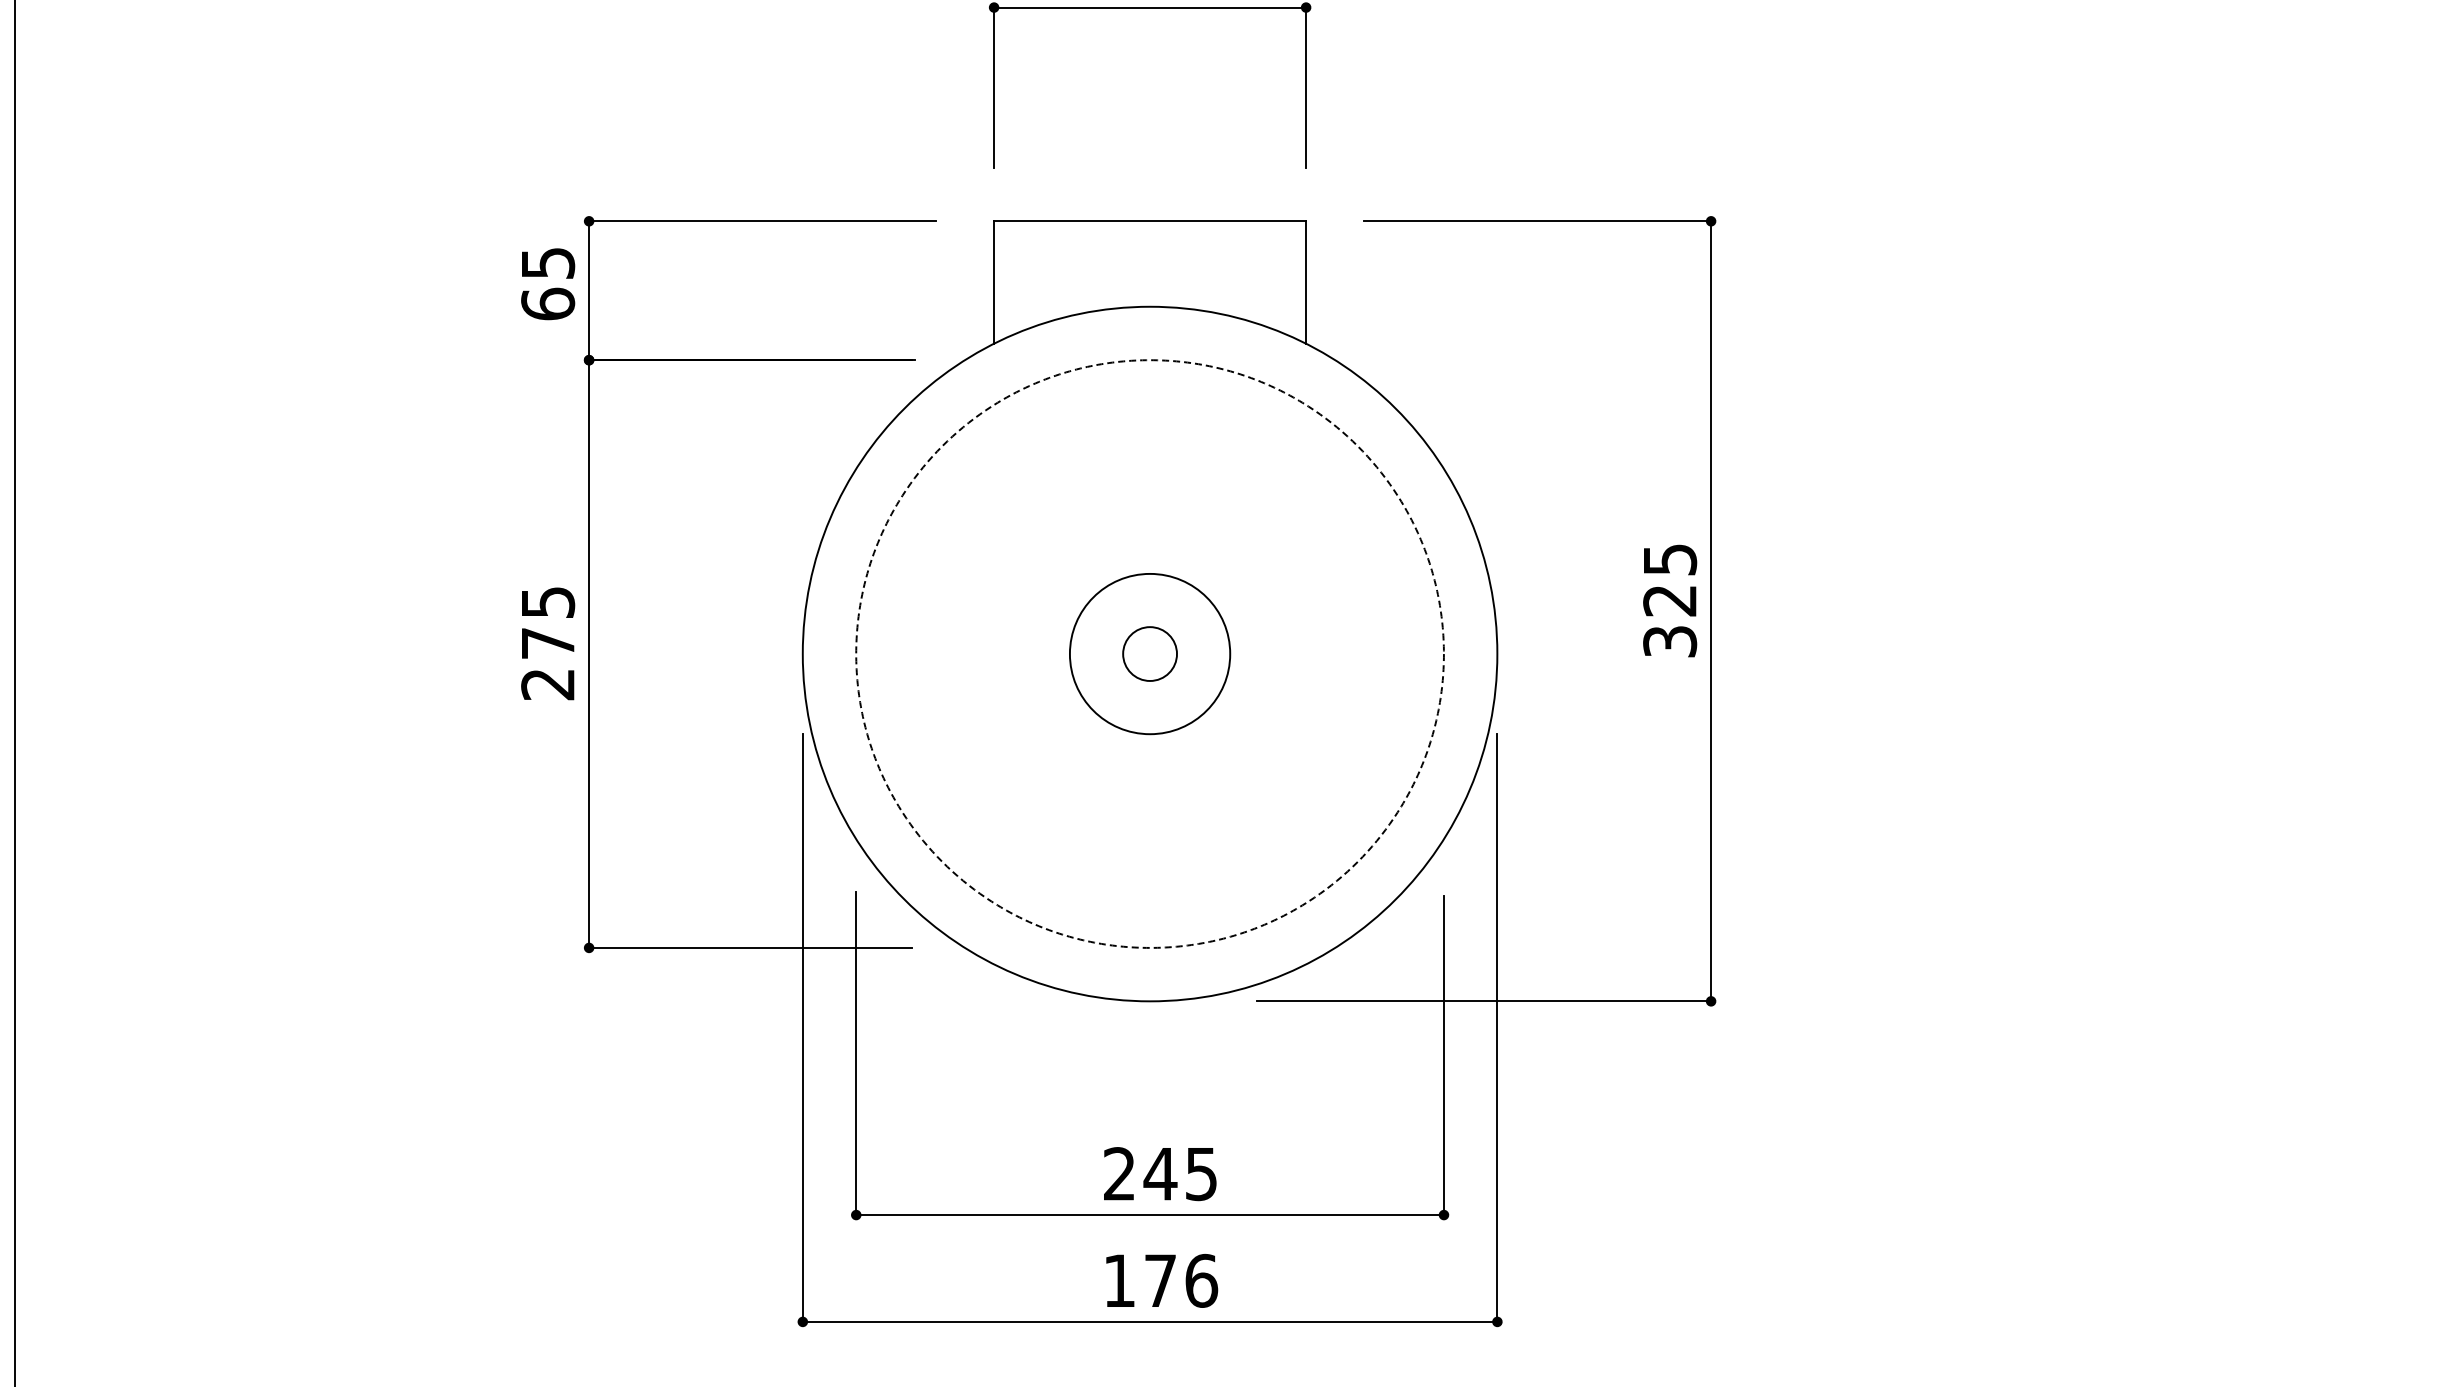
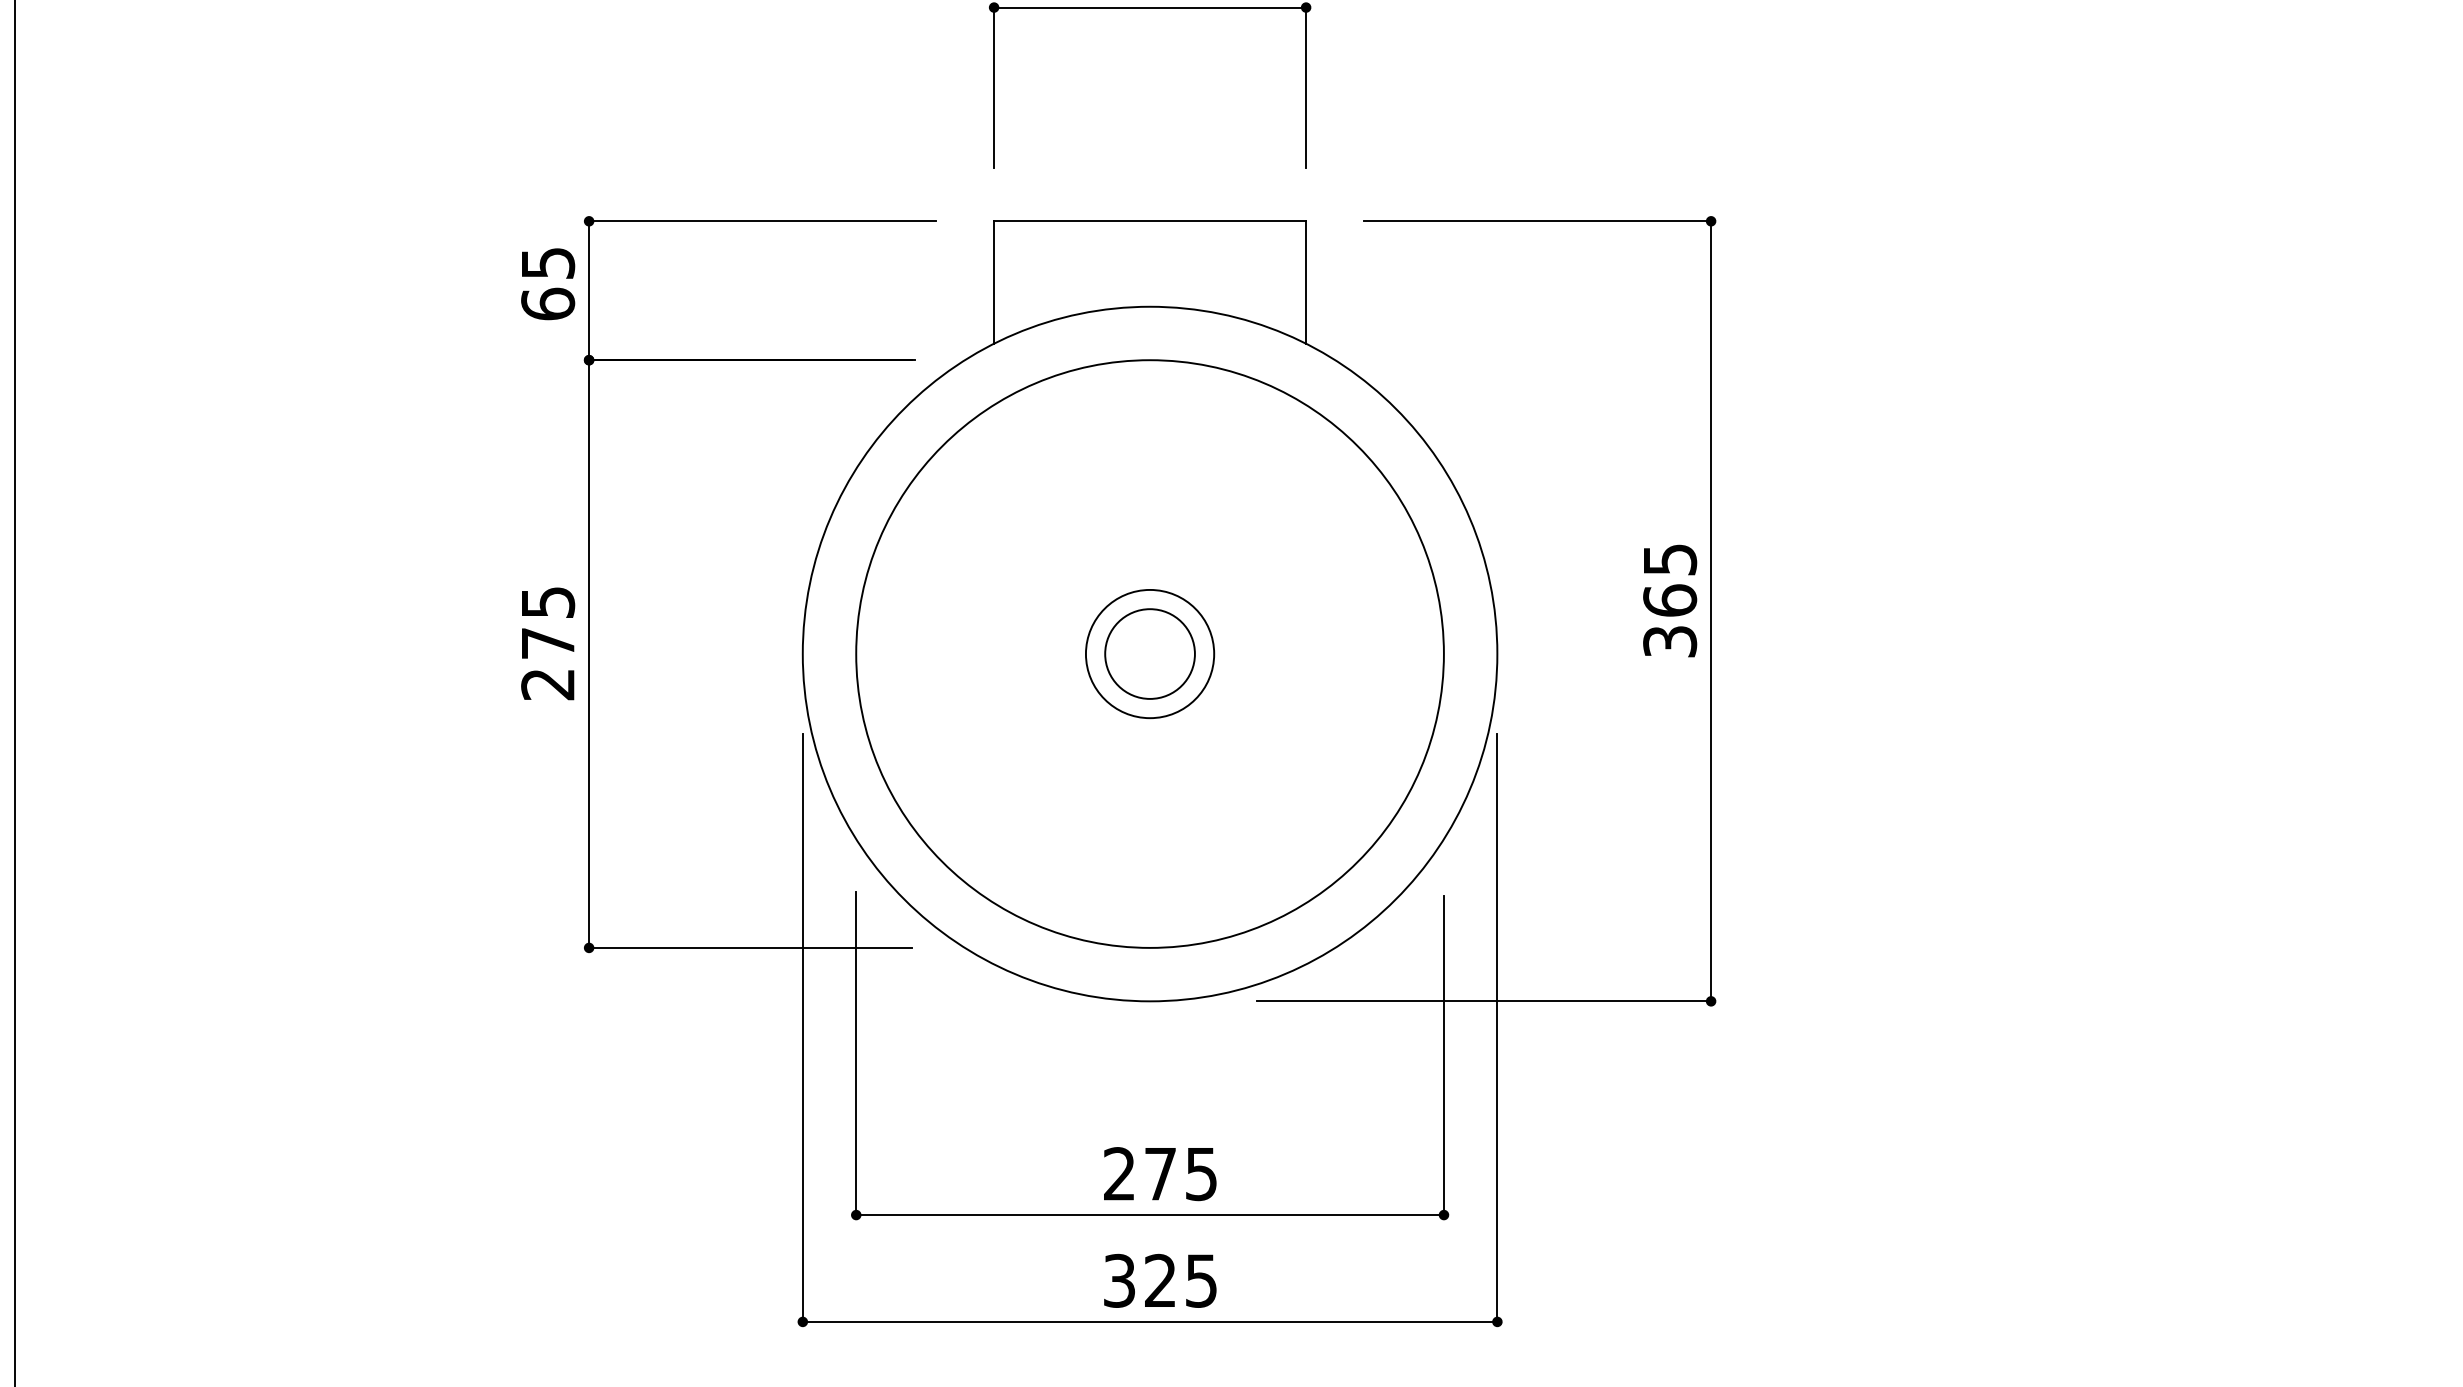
text at (1670, 600): 325 -> 365
circle at (1149, 653) diameter: 160 px -> 128 px
circle at (1149, 653): dashed -> solid
circle at (1150, 653) diameter: 54 px -> 90 px
text at (1160, 1174): 245 -> 275
text at (1161, 1280): 176 -> 325
